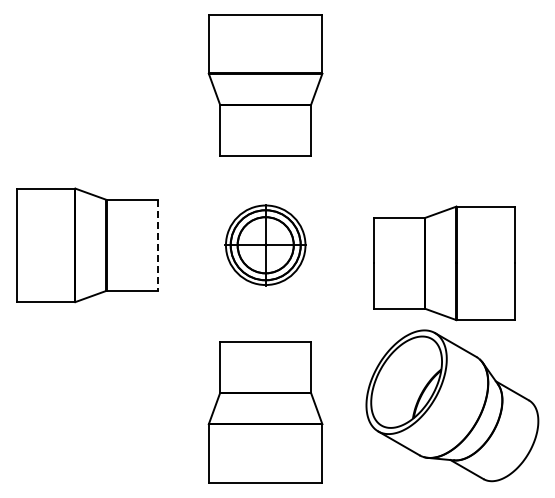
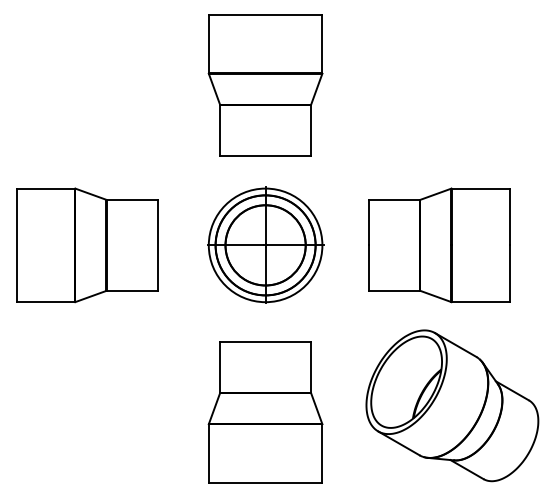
line at (157, 245): dashed -> solid
part at (265, 245) size: 83x83 px -> 118x118 px
part at (444, 263) position: (444, 263) -> (439, 245)
